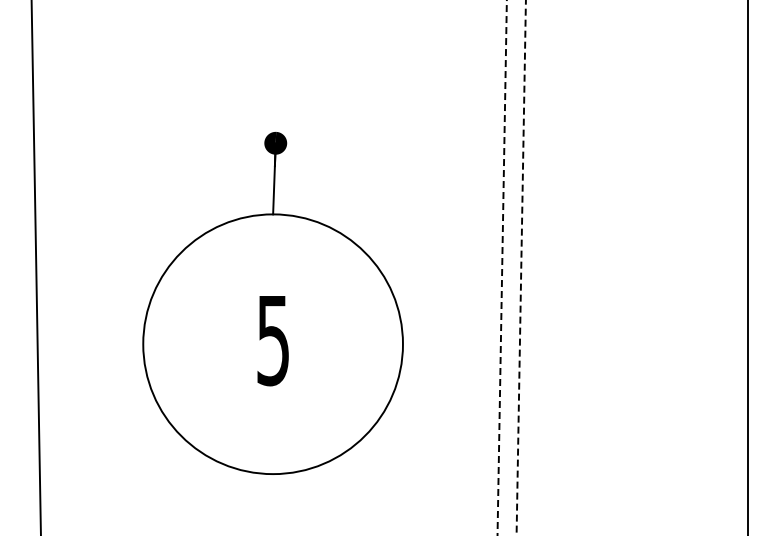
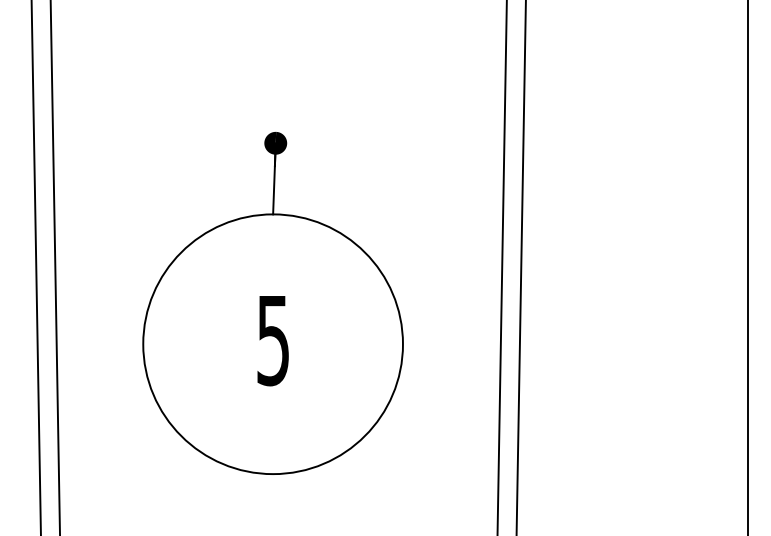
line at (54, 267): none -> present
line at (502, 267): dashed -> solid
line at (521, 268): dashed -> solid
